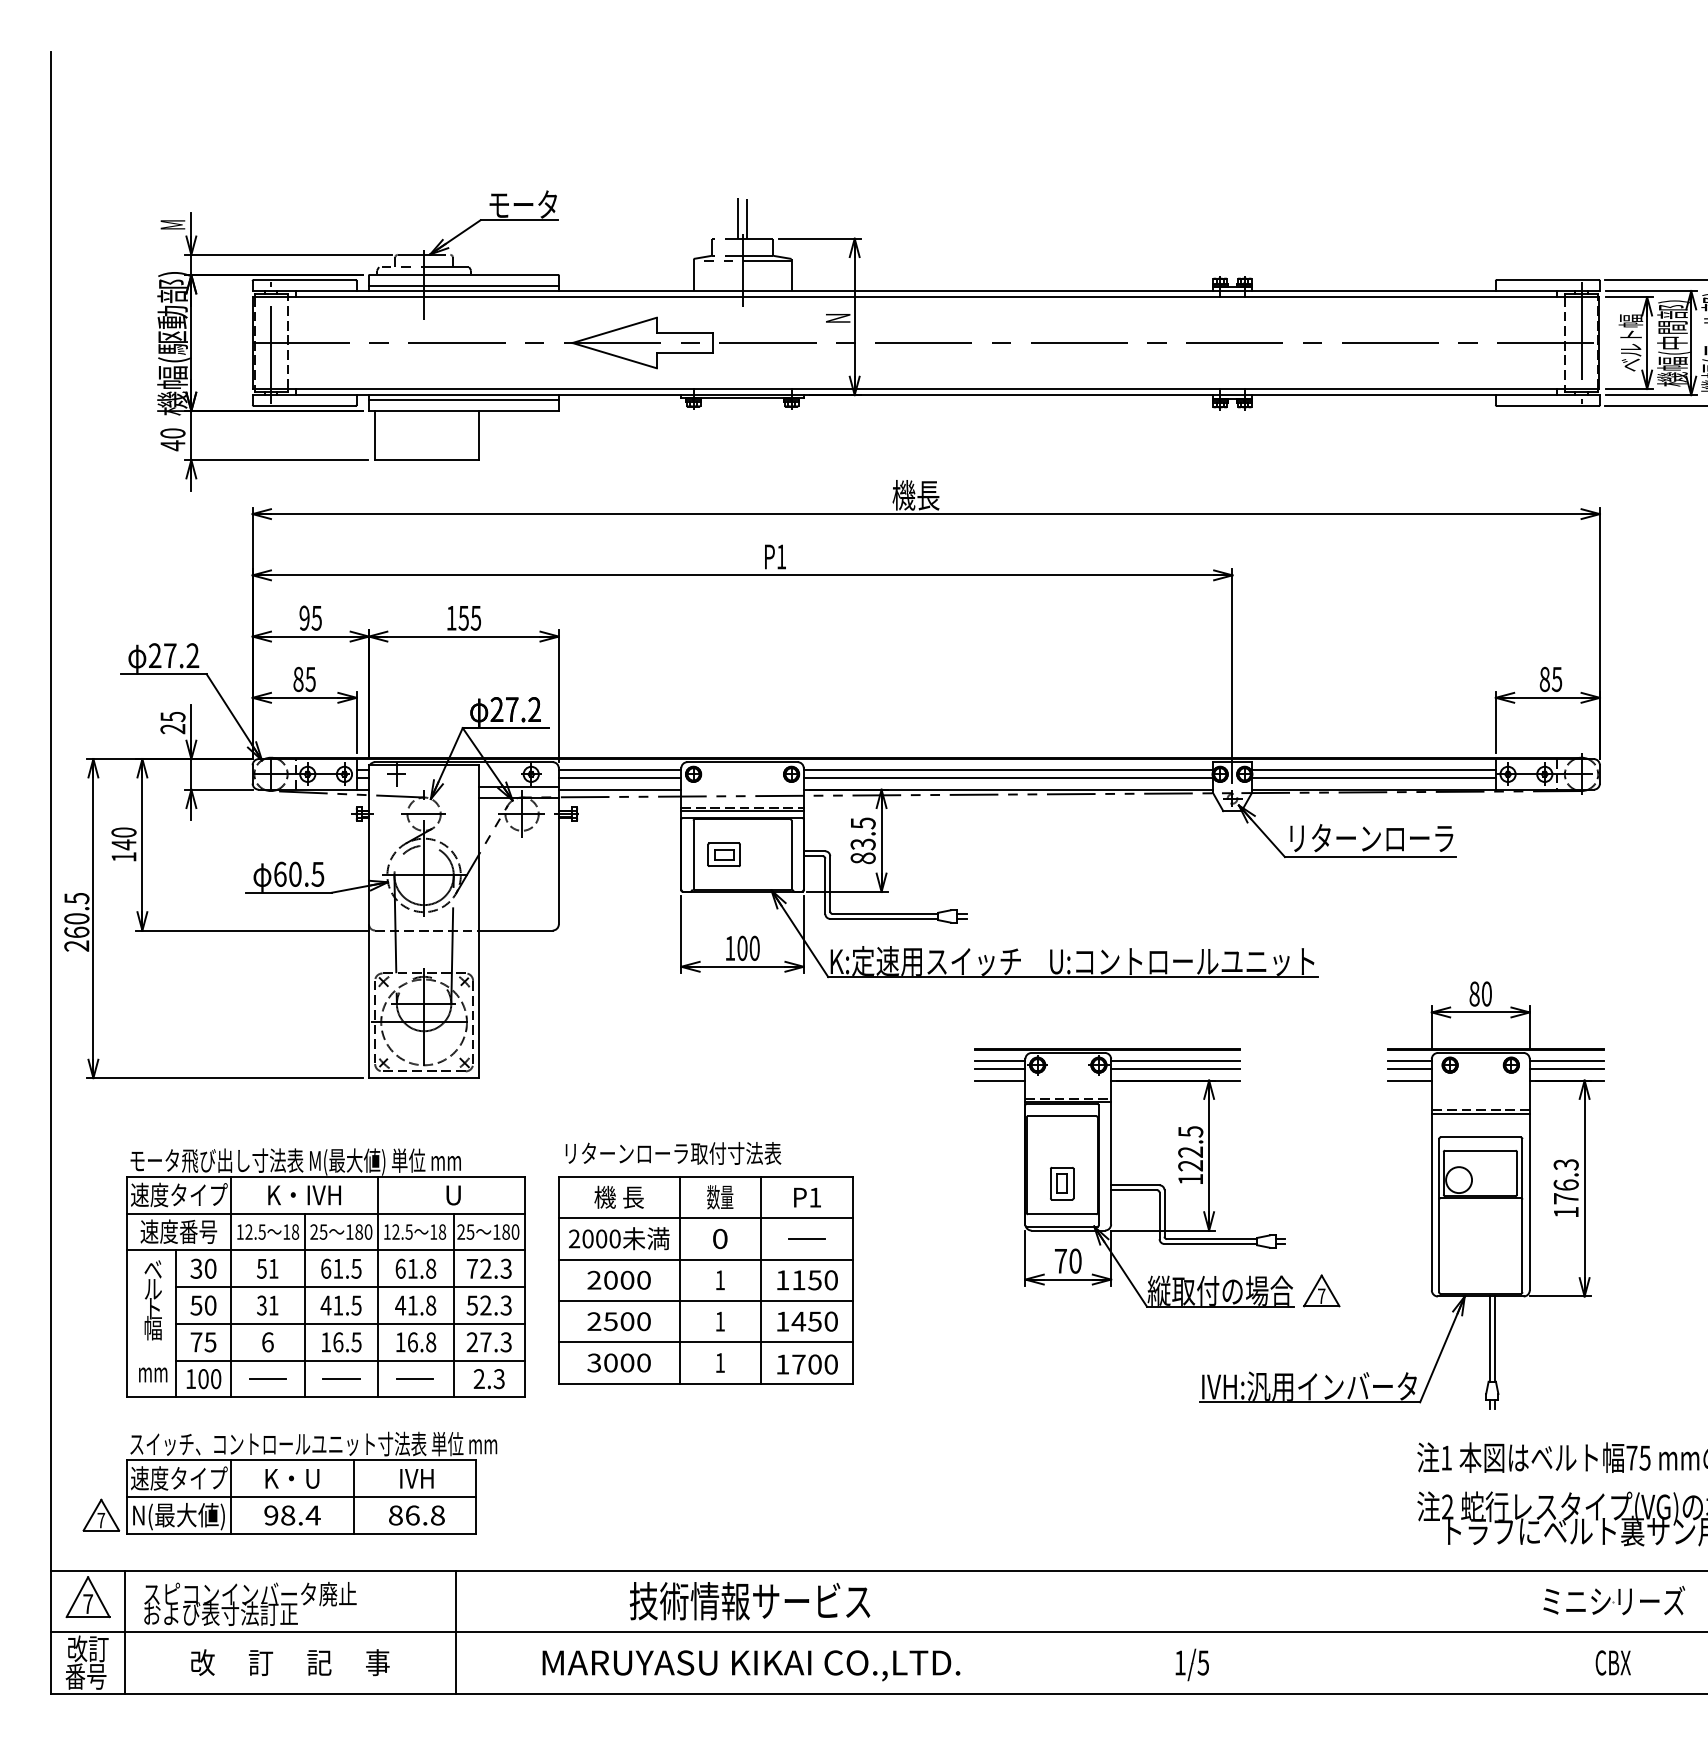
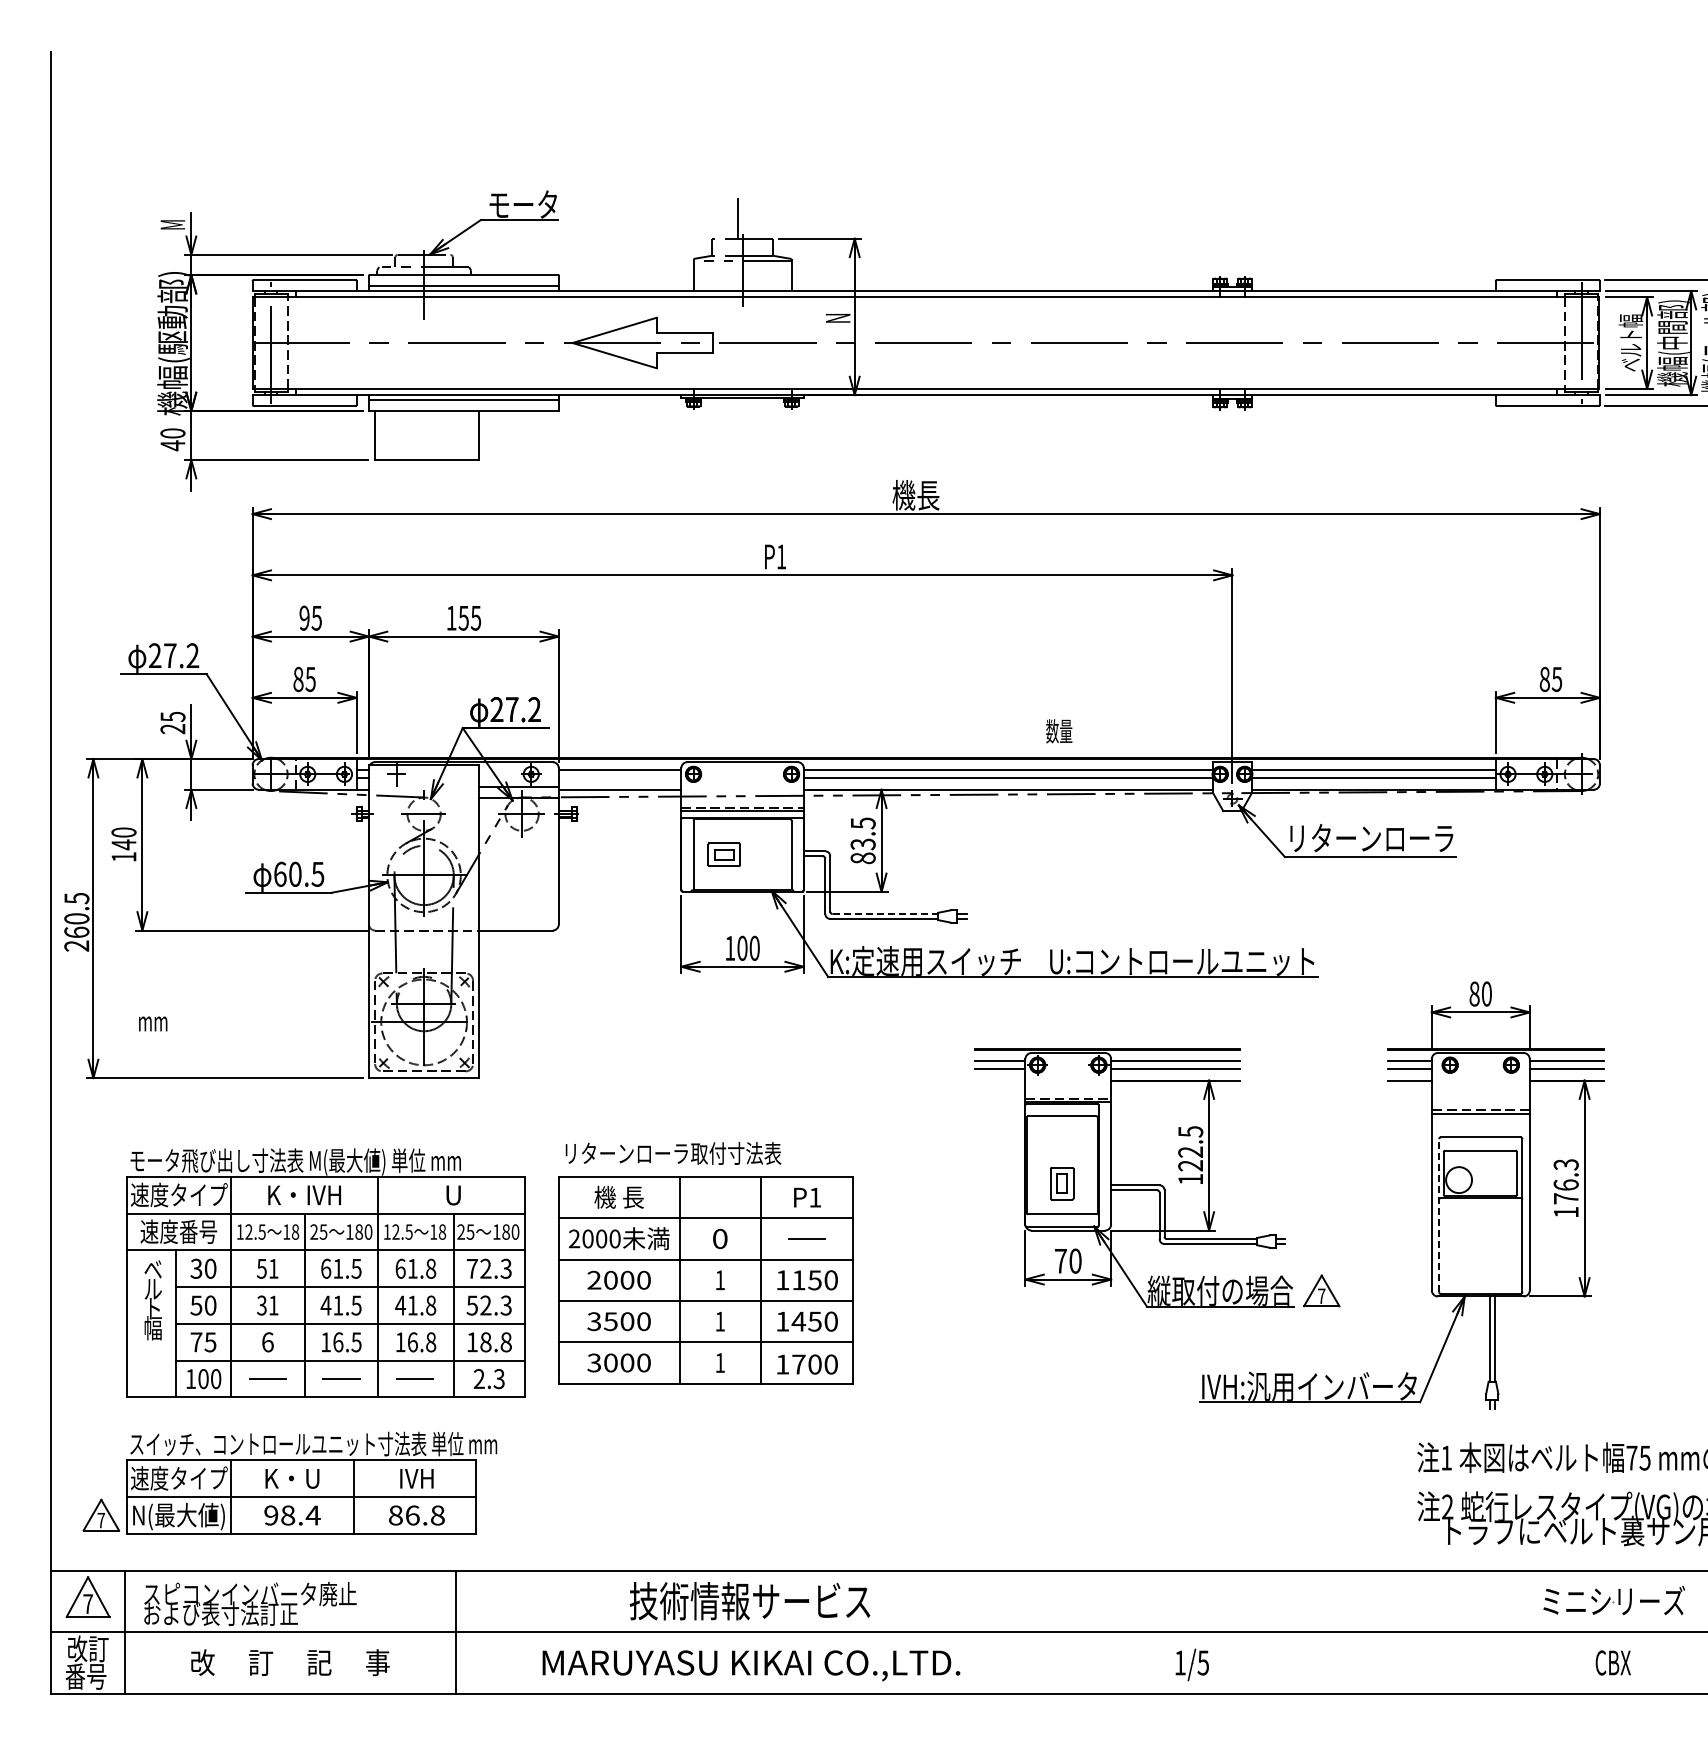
line at (747, 218): present -> none
line at (619, 778): present -> none
line at (885, 914): solid -> dashed
line at (1000, 1080): present -> none
text at (720, 1197) position: (720, 1197) -> (1059, 731)
line at (1439, 1215): solid -> dashed
text at (594, 1321): 2500 -> 3500
text at (488, 1342): 27.3 -> 18.8
text at (153, 1374) position: (153, 1374) -> (153, 1023)
